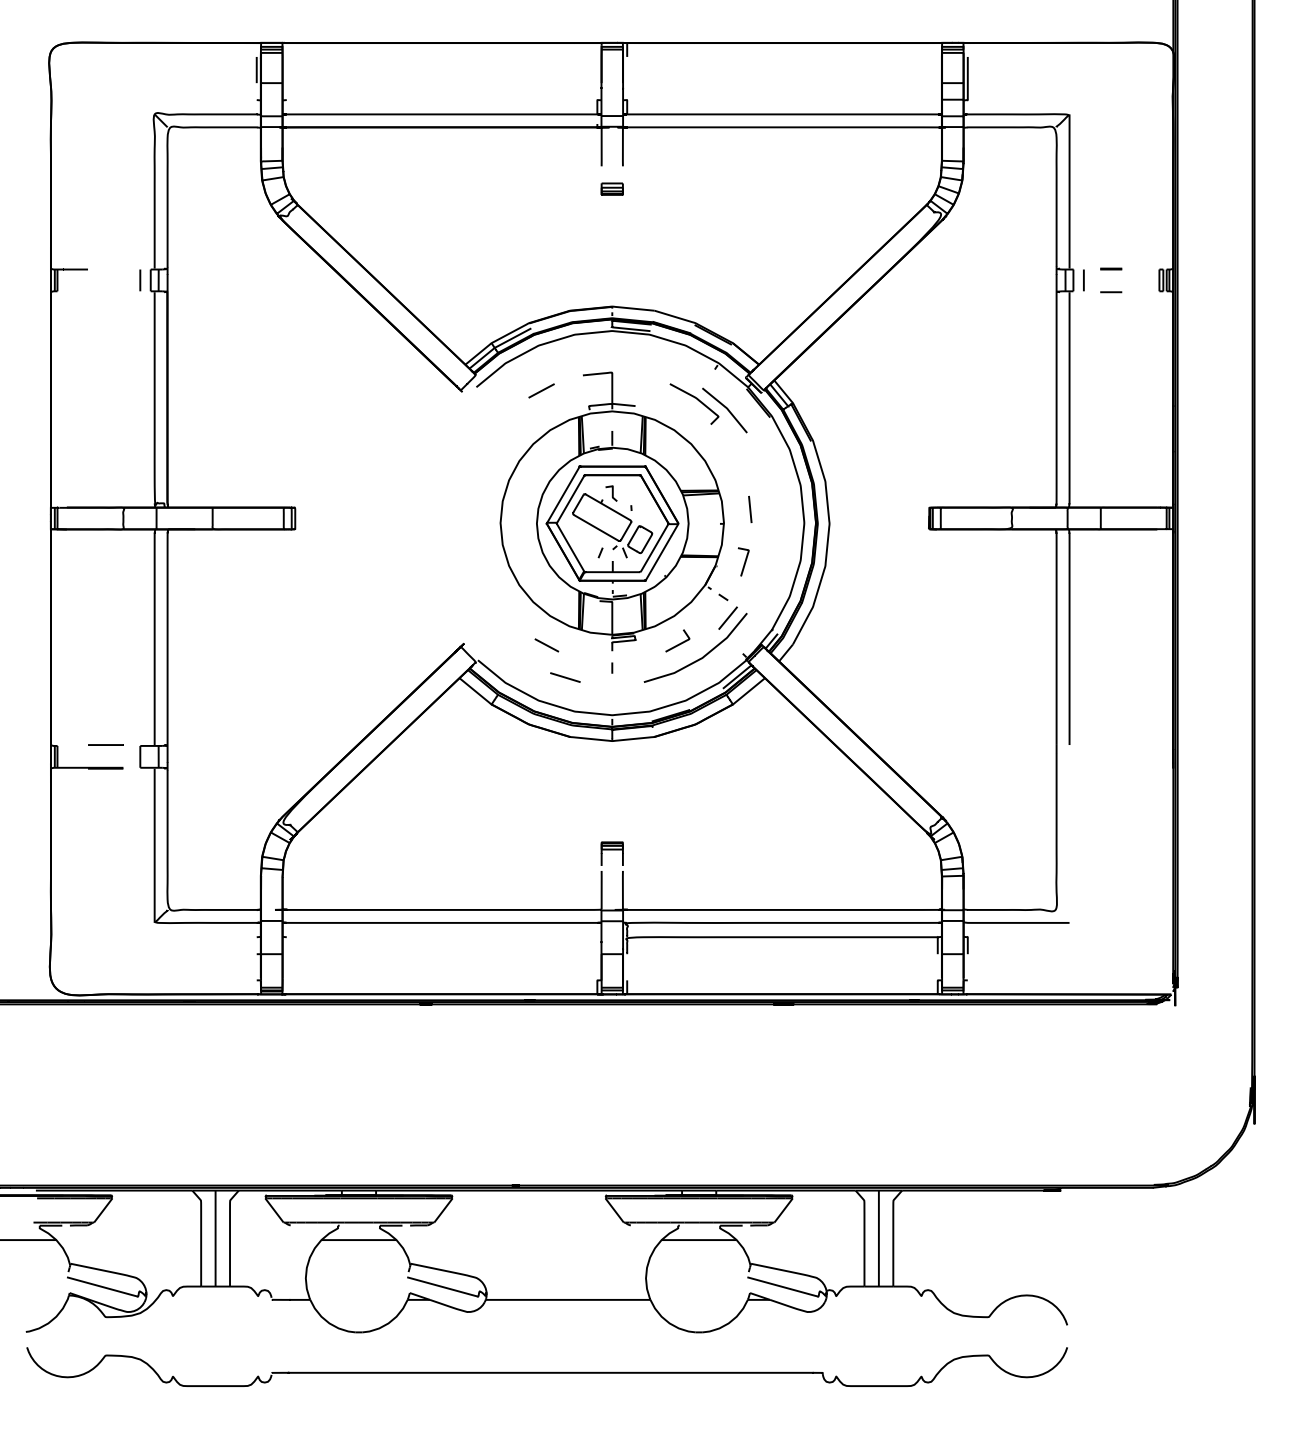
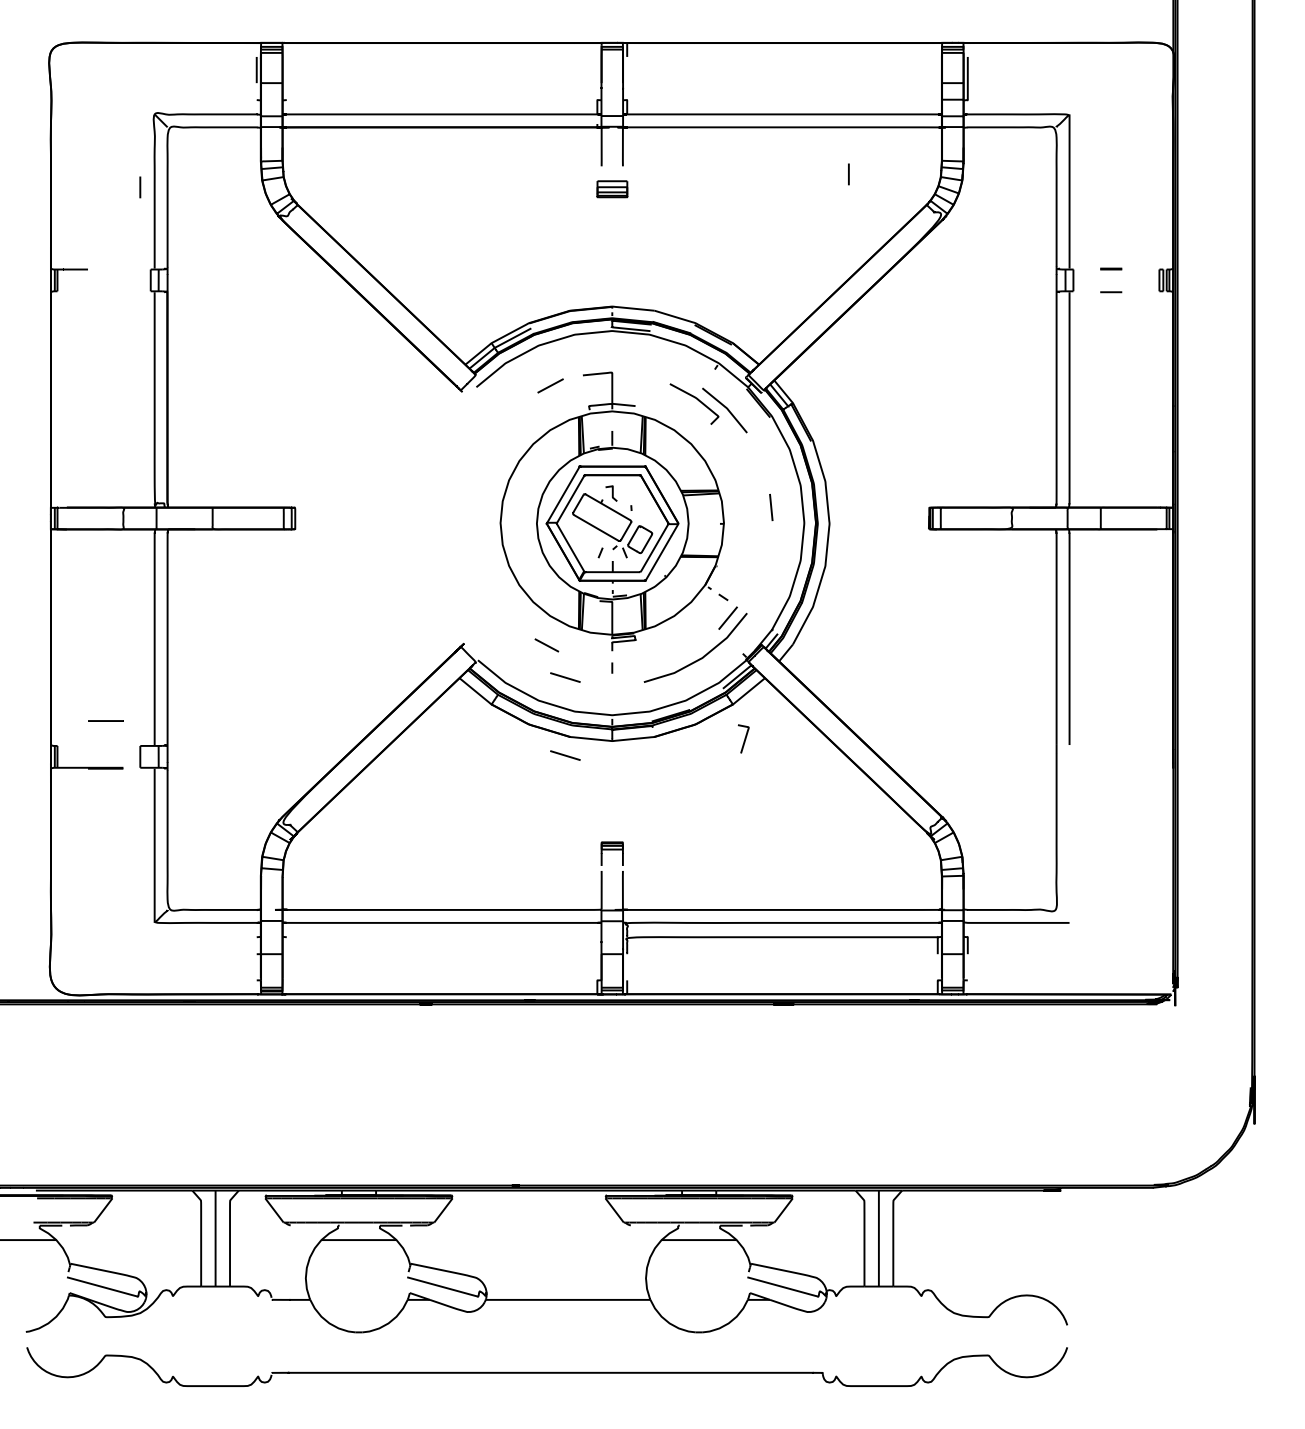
part at (611, 188) size: 24x14 px -> 33x19 px
line at (140, 280) position: (140, 280) -> (140, 187)
line at (1083, 280) position: (1083, 280) -> (848, 174)
line at (541, 390) position: (541, 390) -> (550, 385)
line at (750, 509) position: (750, 509) -> (771, 507)
curve at (744, 561) position: (744, 561) -> (744, 738)
curve at (678, 643): present -> none
line at (105, 744) position: (105, 744) -> (105, 720)
line at (565, 755): none -> present
